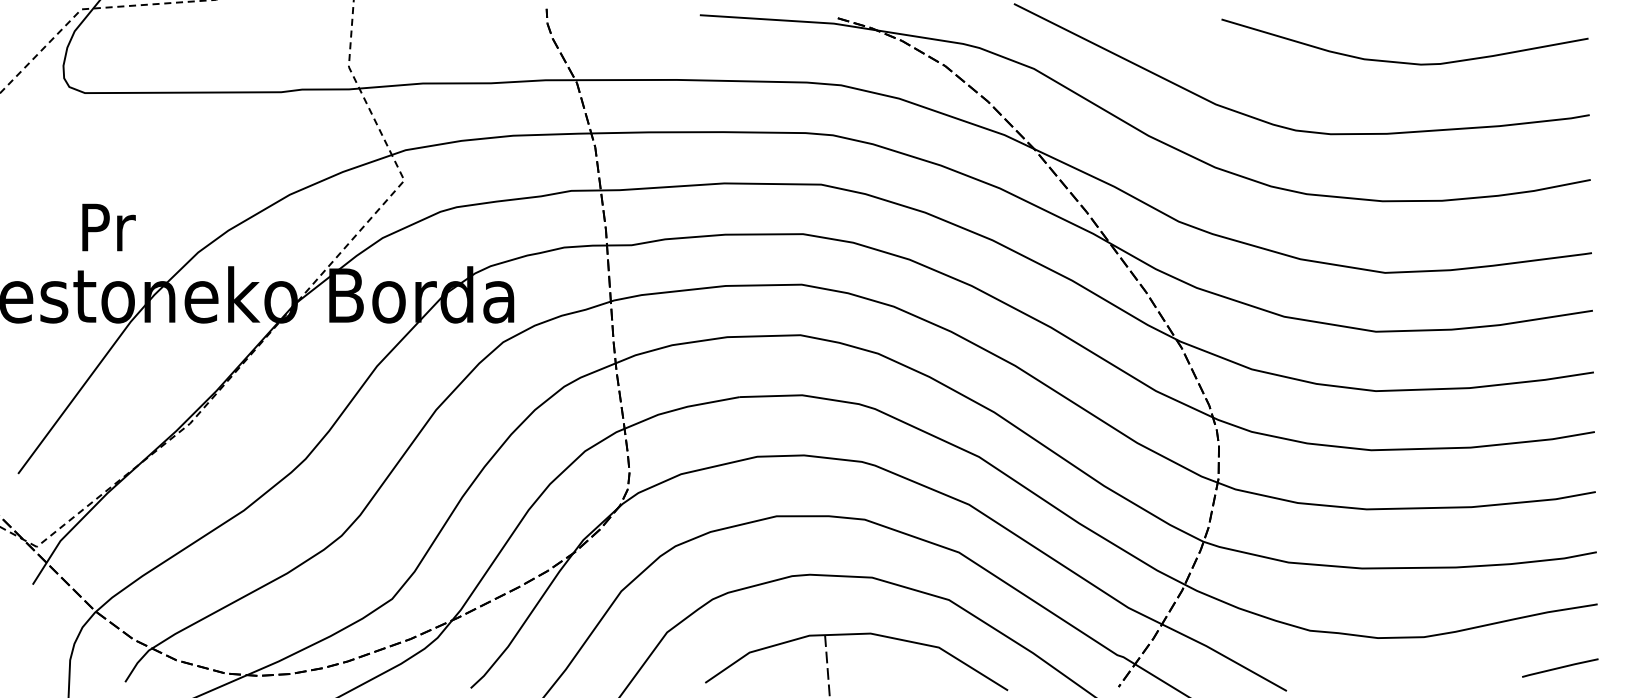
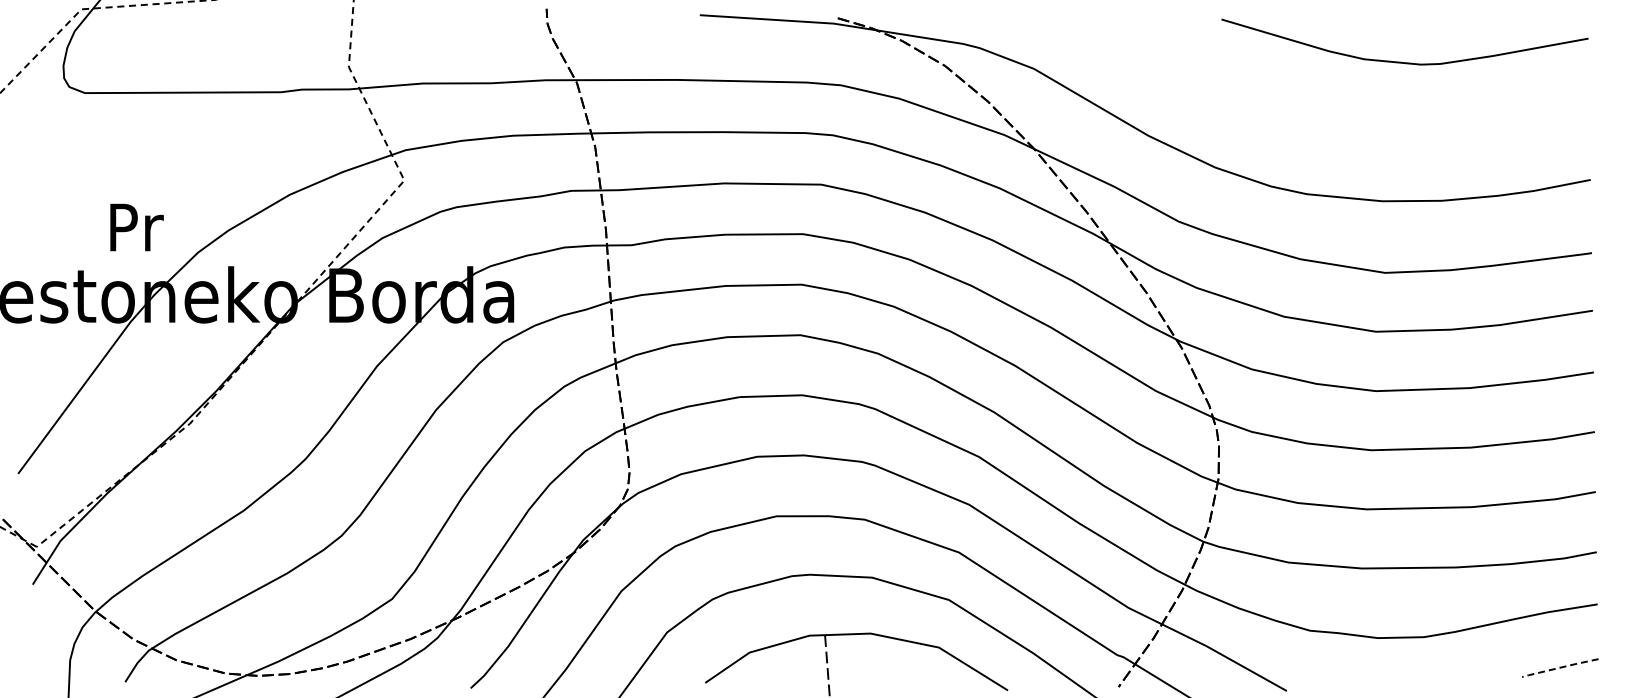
curve at (1285, 126): present -> none
text at (108, 227) position: (108, 227) -> (136, 227)
line at (1560, 667): solid -> dashed
